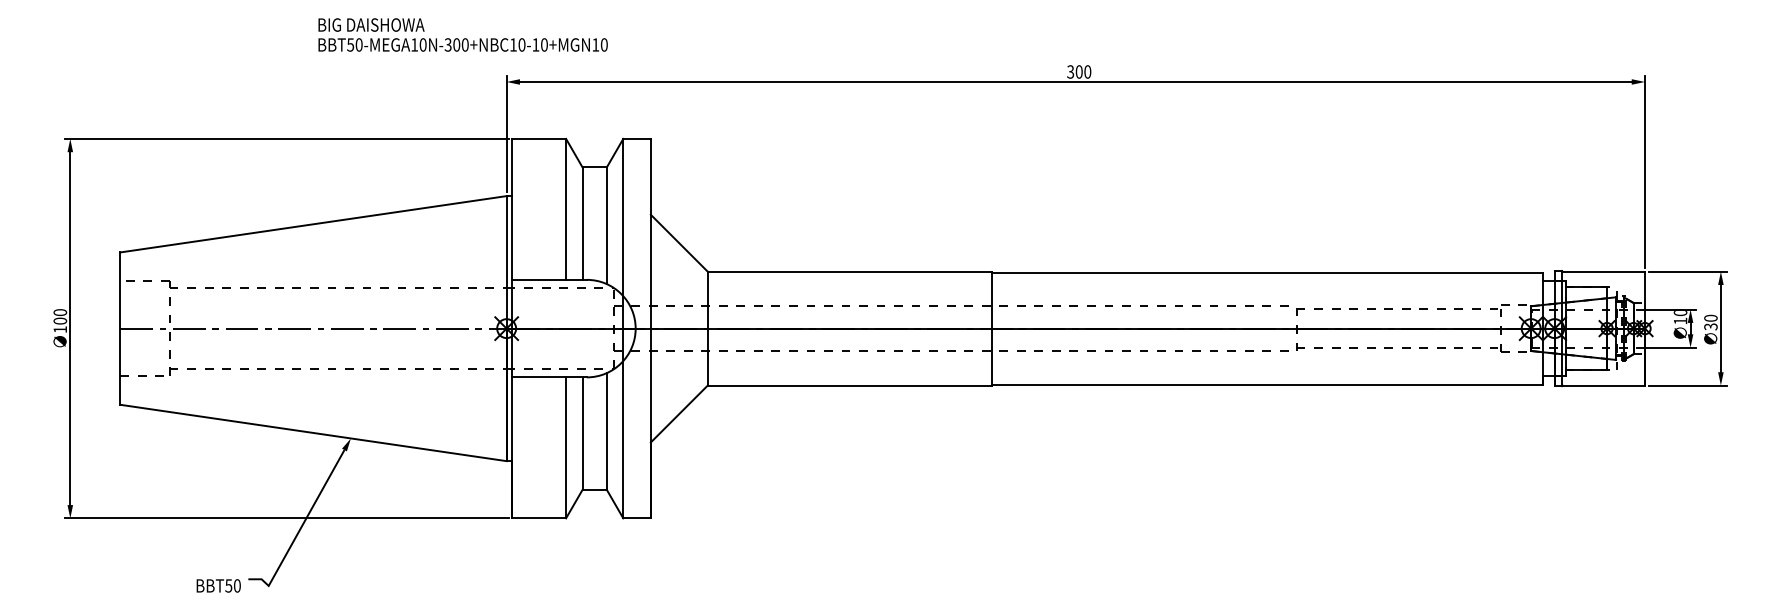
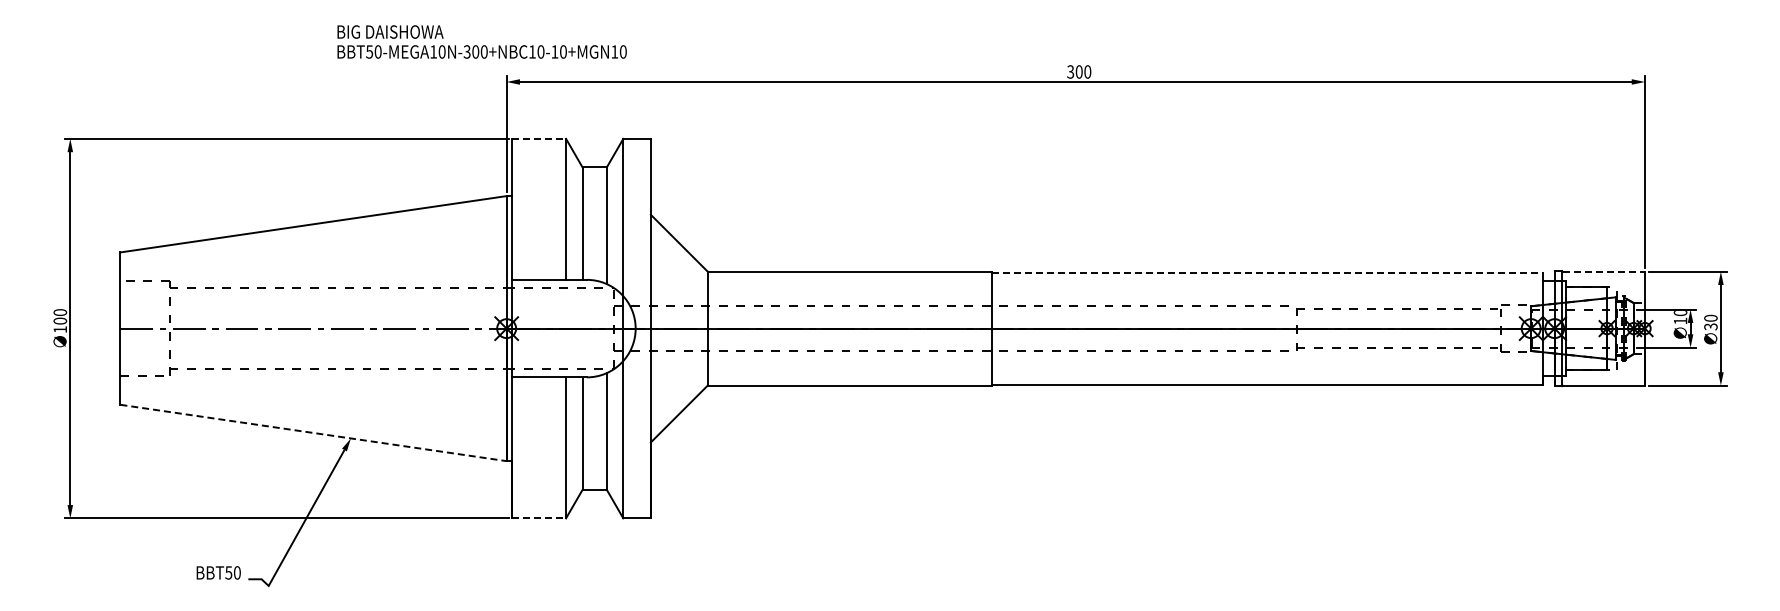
text at (462, 34) position: (462, 34) -> (481, 41)
line at (539, 138): solid -> dashed
line at (1604, 271): solid -> dashed
line at (1268, 272): solid -> dashed
line at (314, 433): solid -> dashed
line at (539, 518): solid -> dashed
text at (218, 585) position: (218, 585) -> (218, 572)
